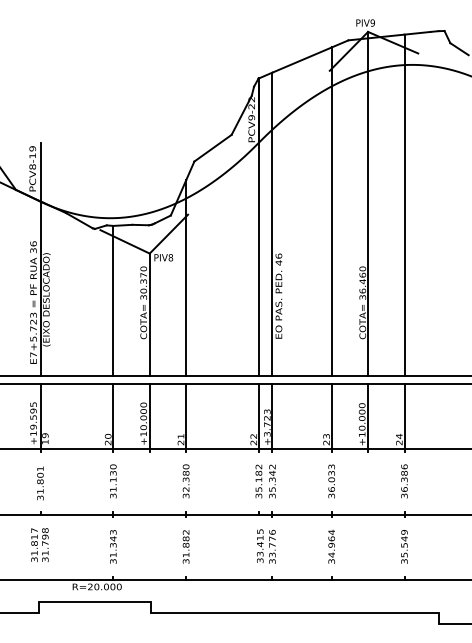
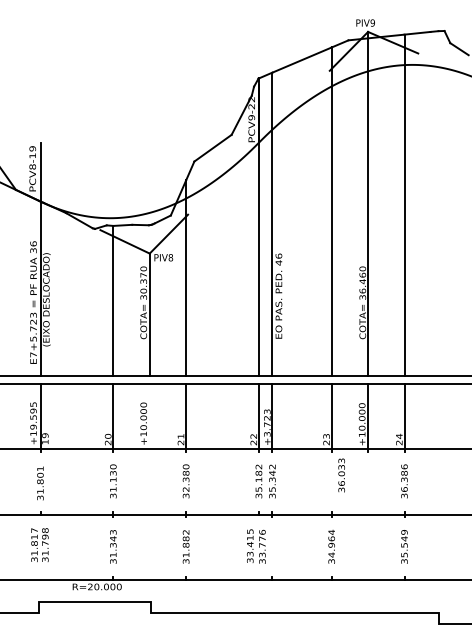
line at (149, 417): present -> none
text at (331, 481) position: (331, 481) -> (341, 475)
text at (266, 546) position: (266, 546) -> (256, 546)
